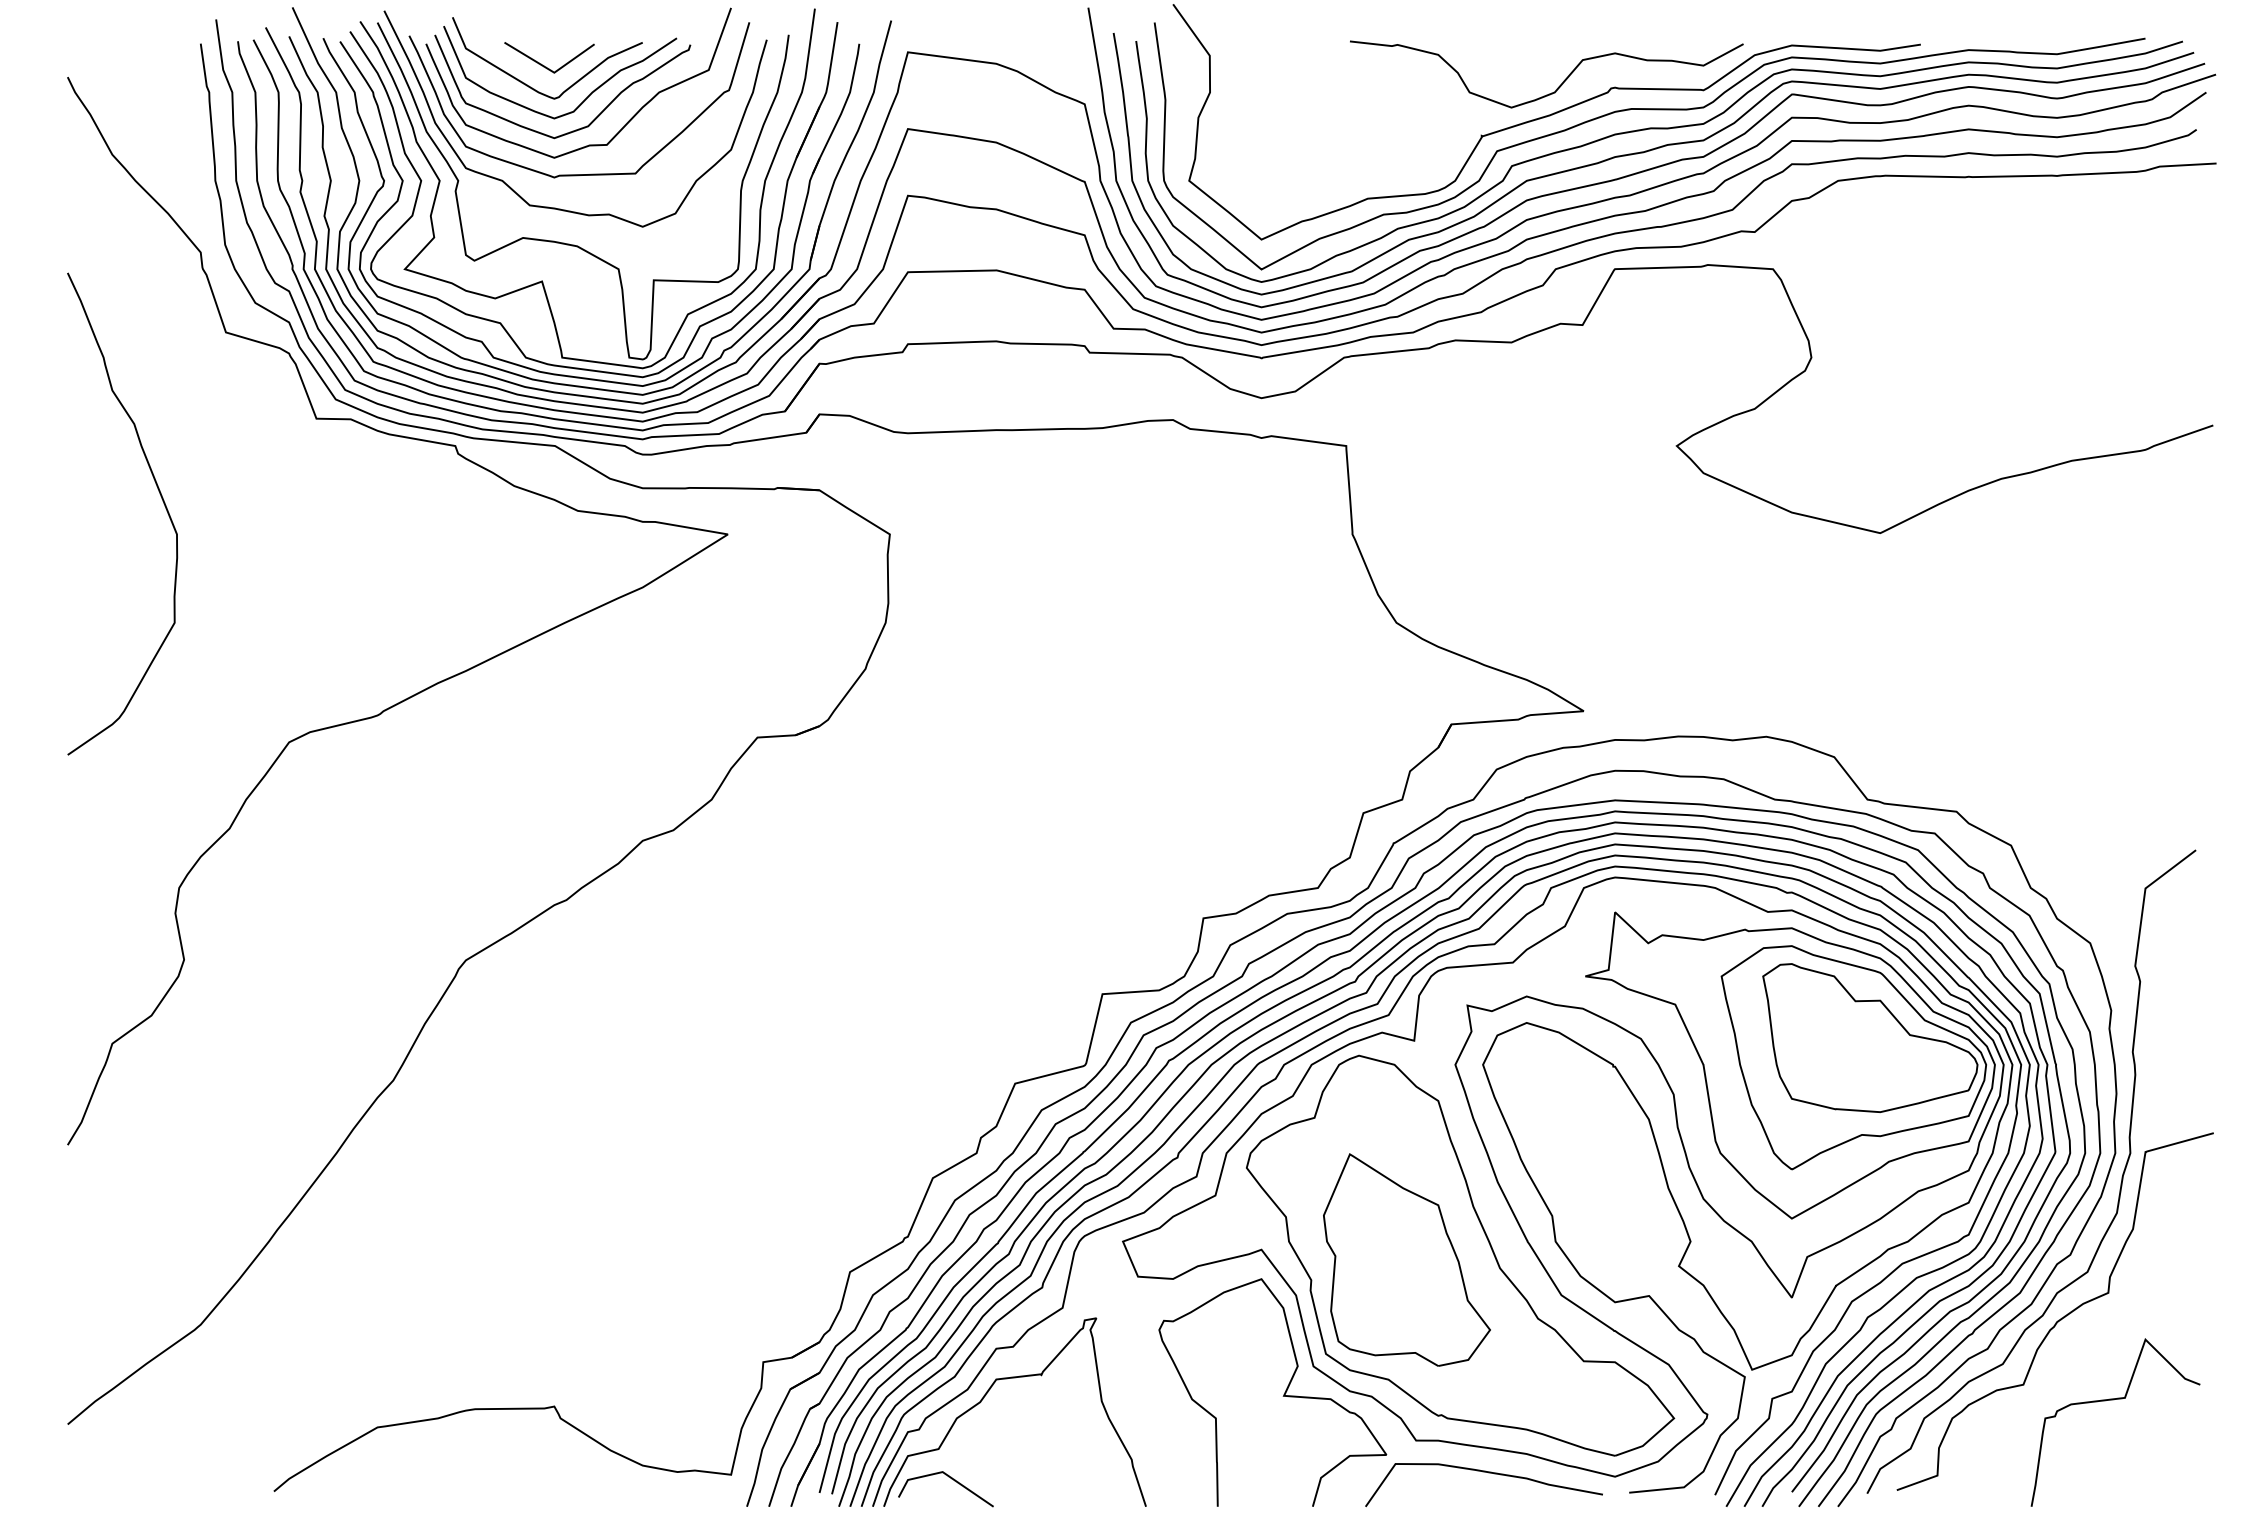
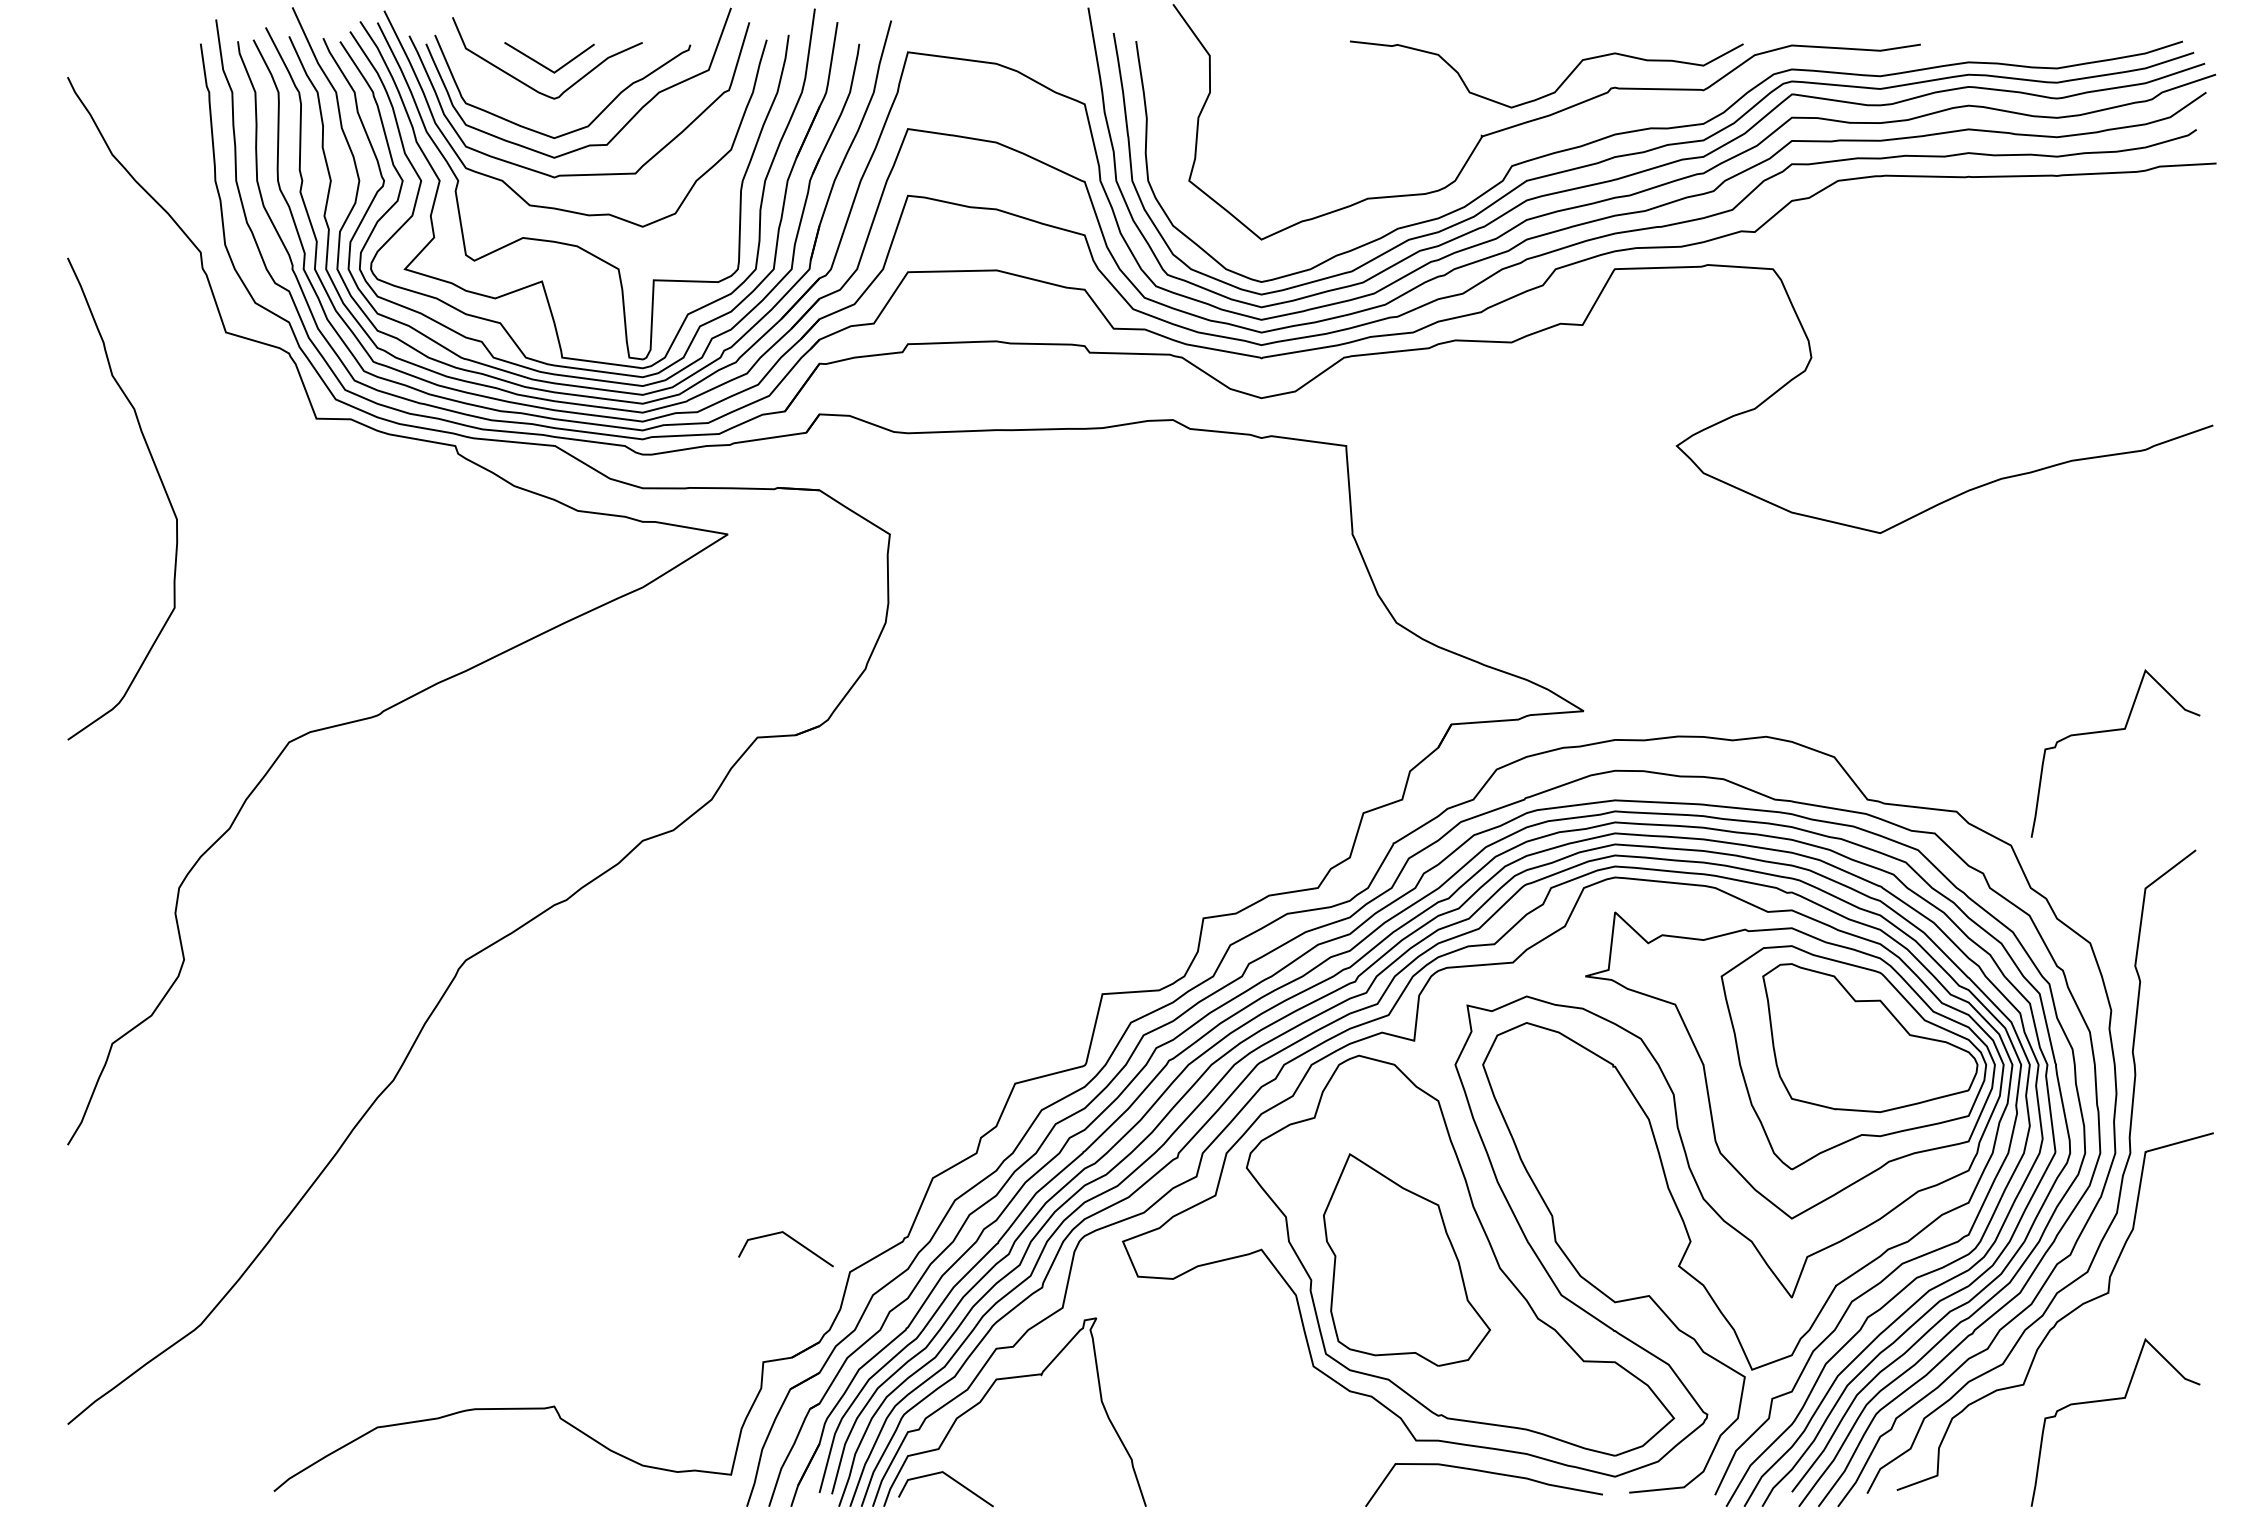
curve at (586, 97): present -> none
curve at (1649, 110): present -> none
curve at (160, 496) position: (160, 496) -> (160, 481)
curve at (2114, 731): none -> present
line at (791, 1239): none -> present
curve at (1282, 1396): present -> none
